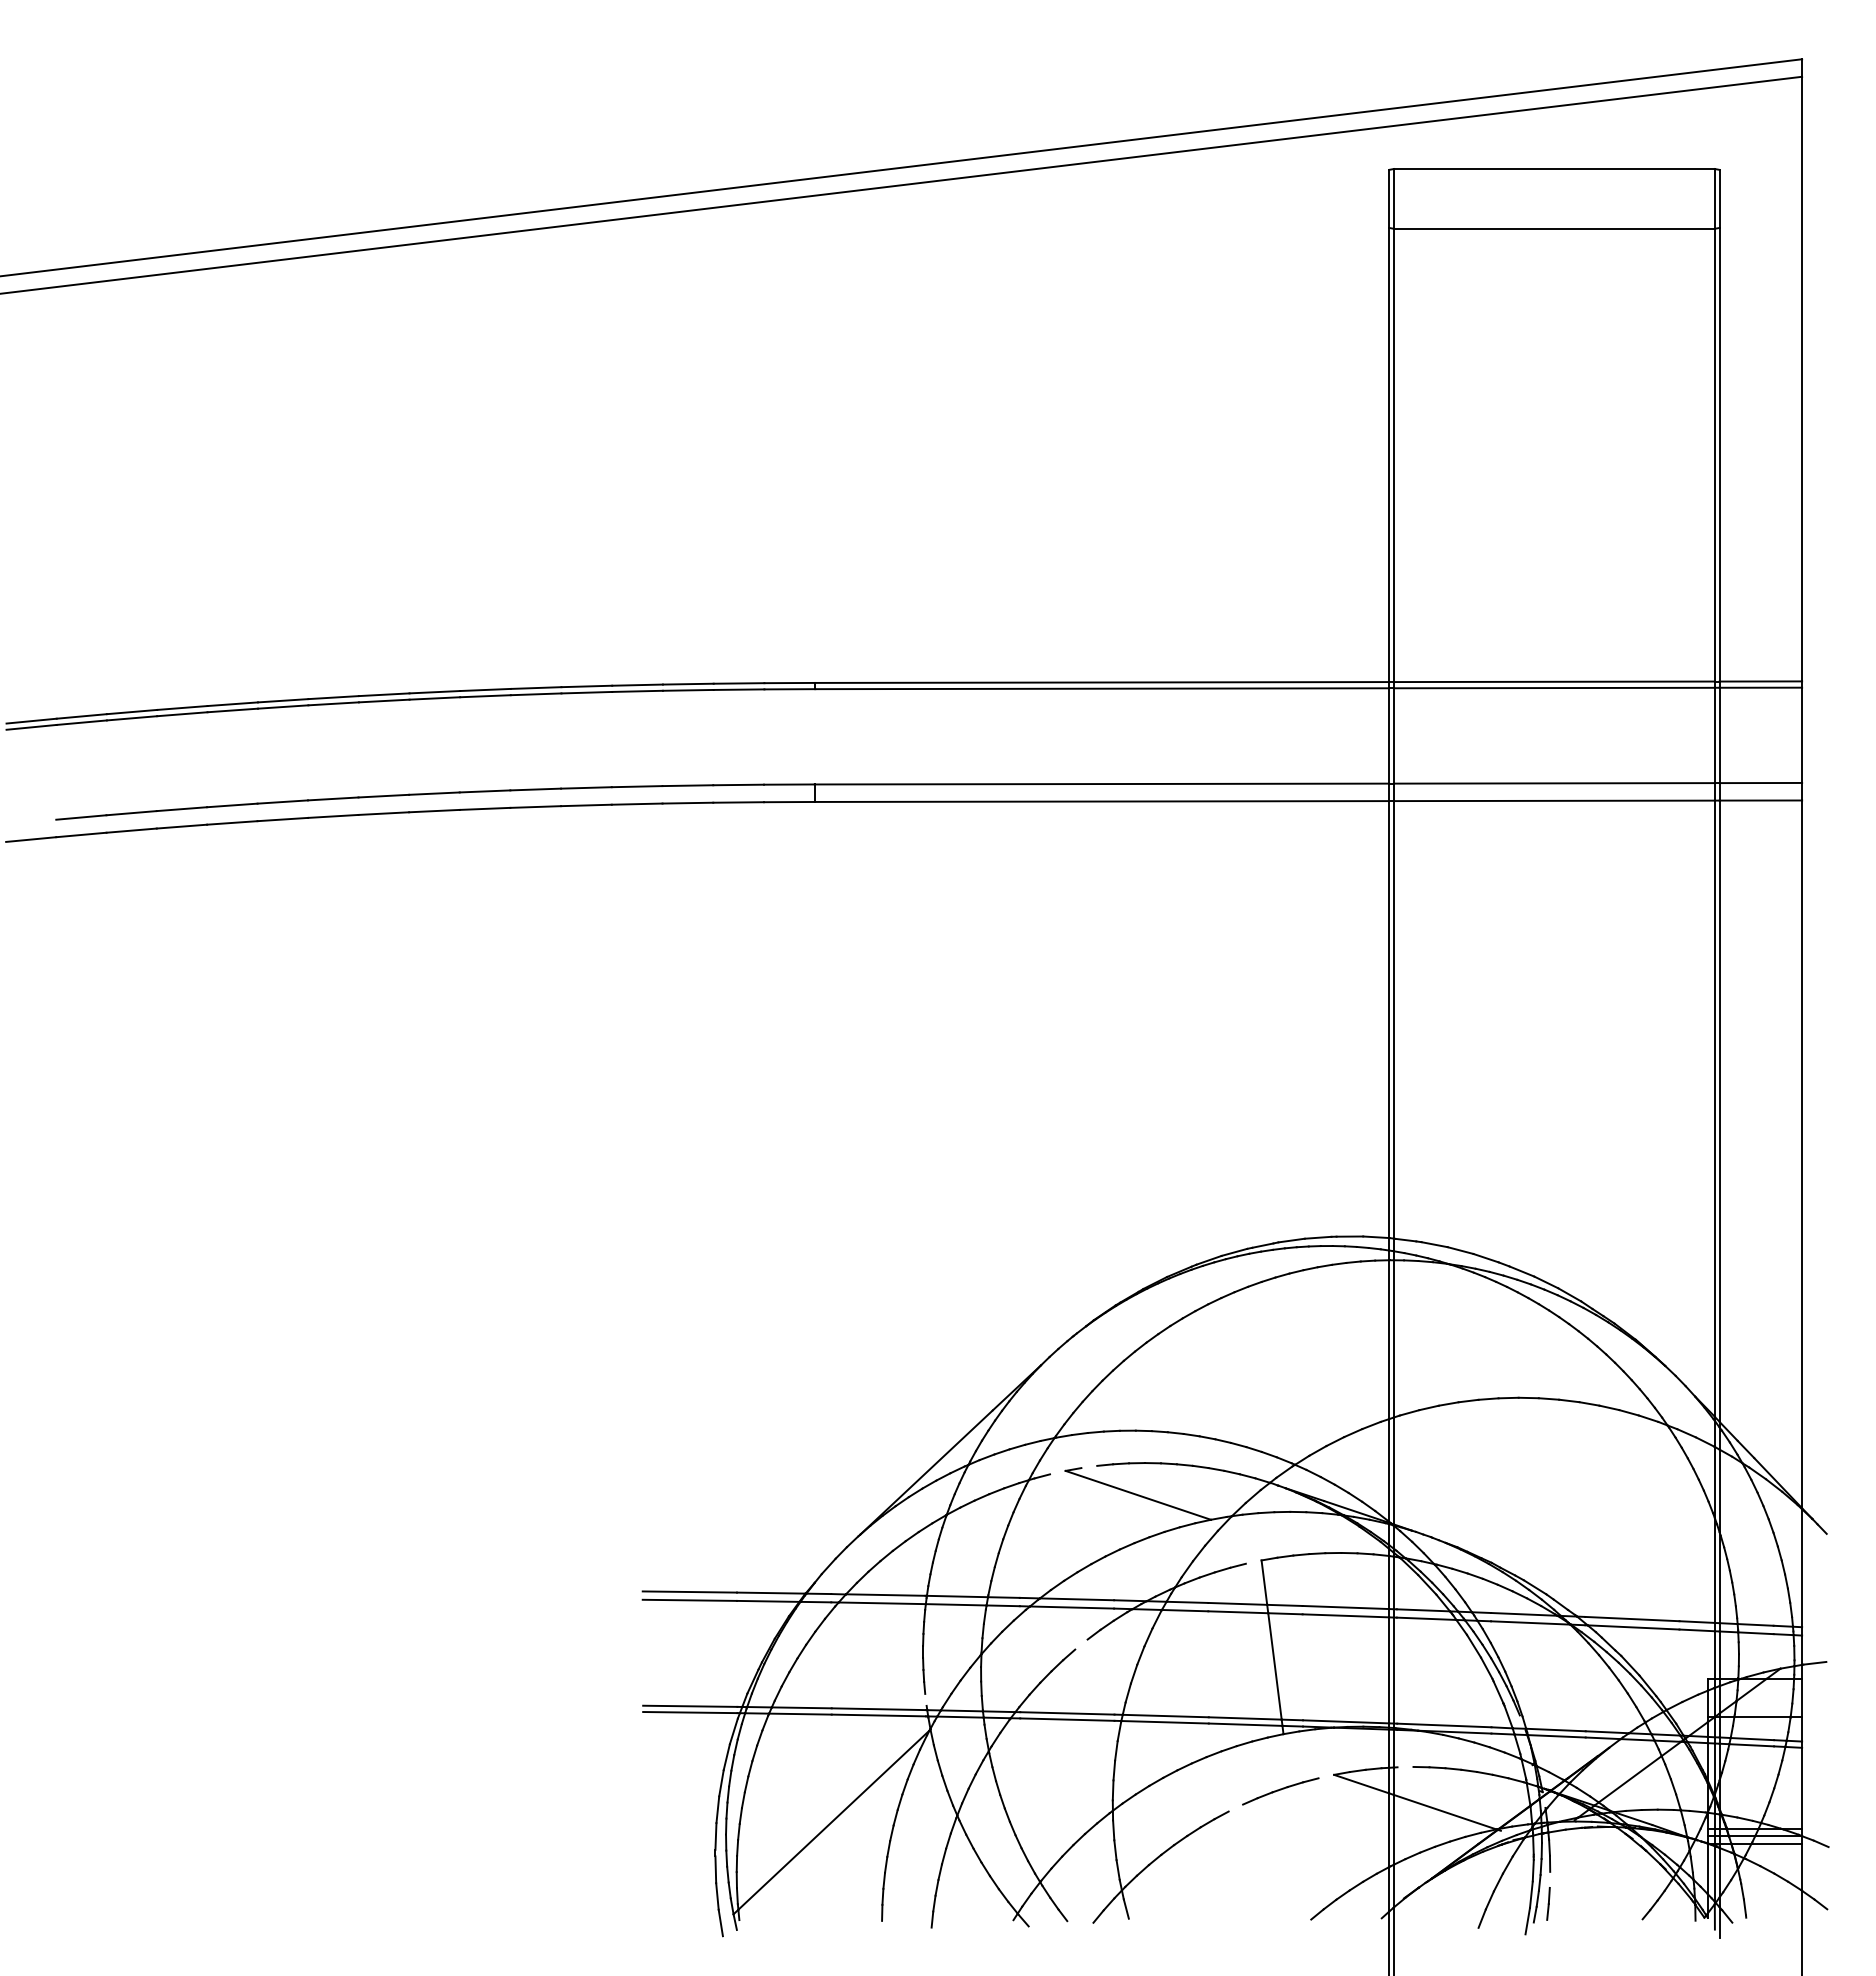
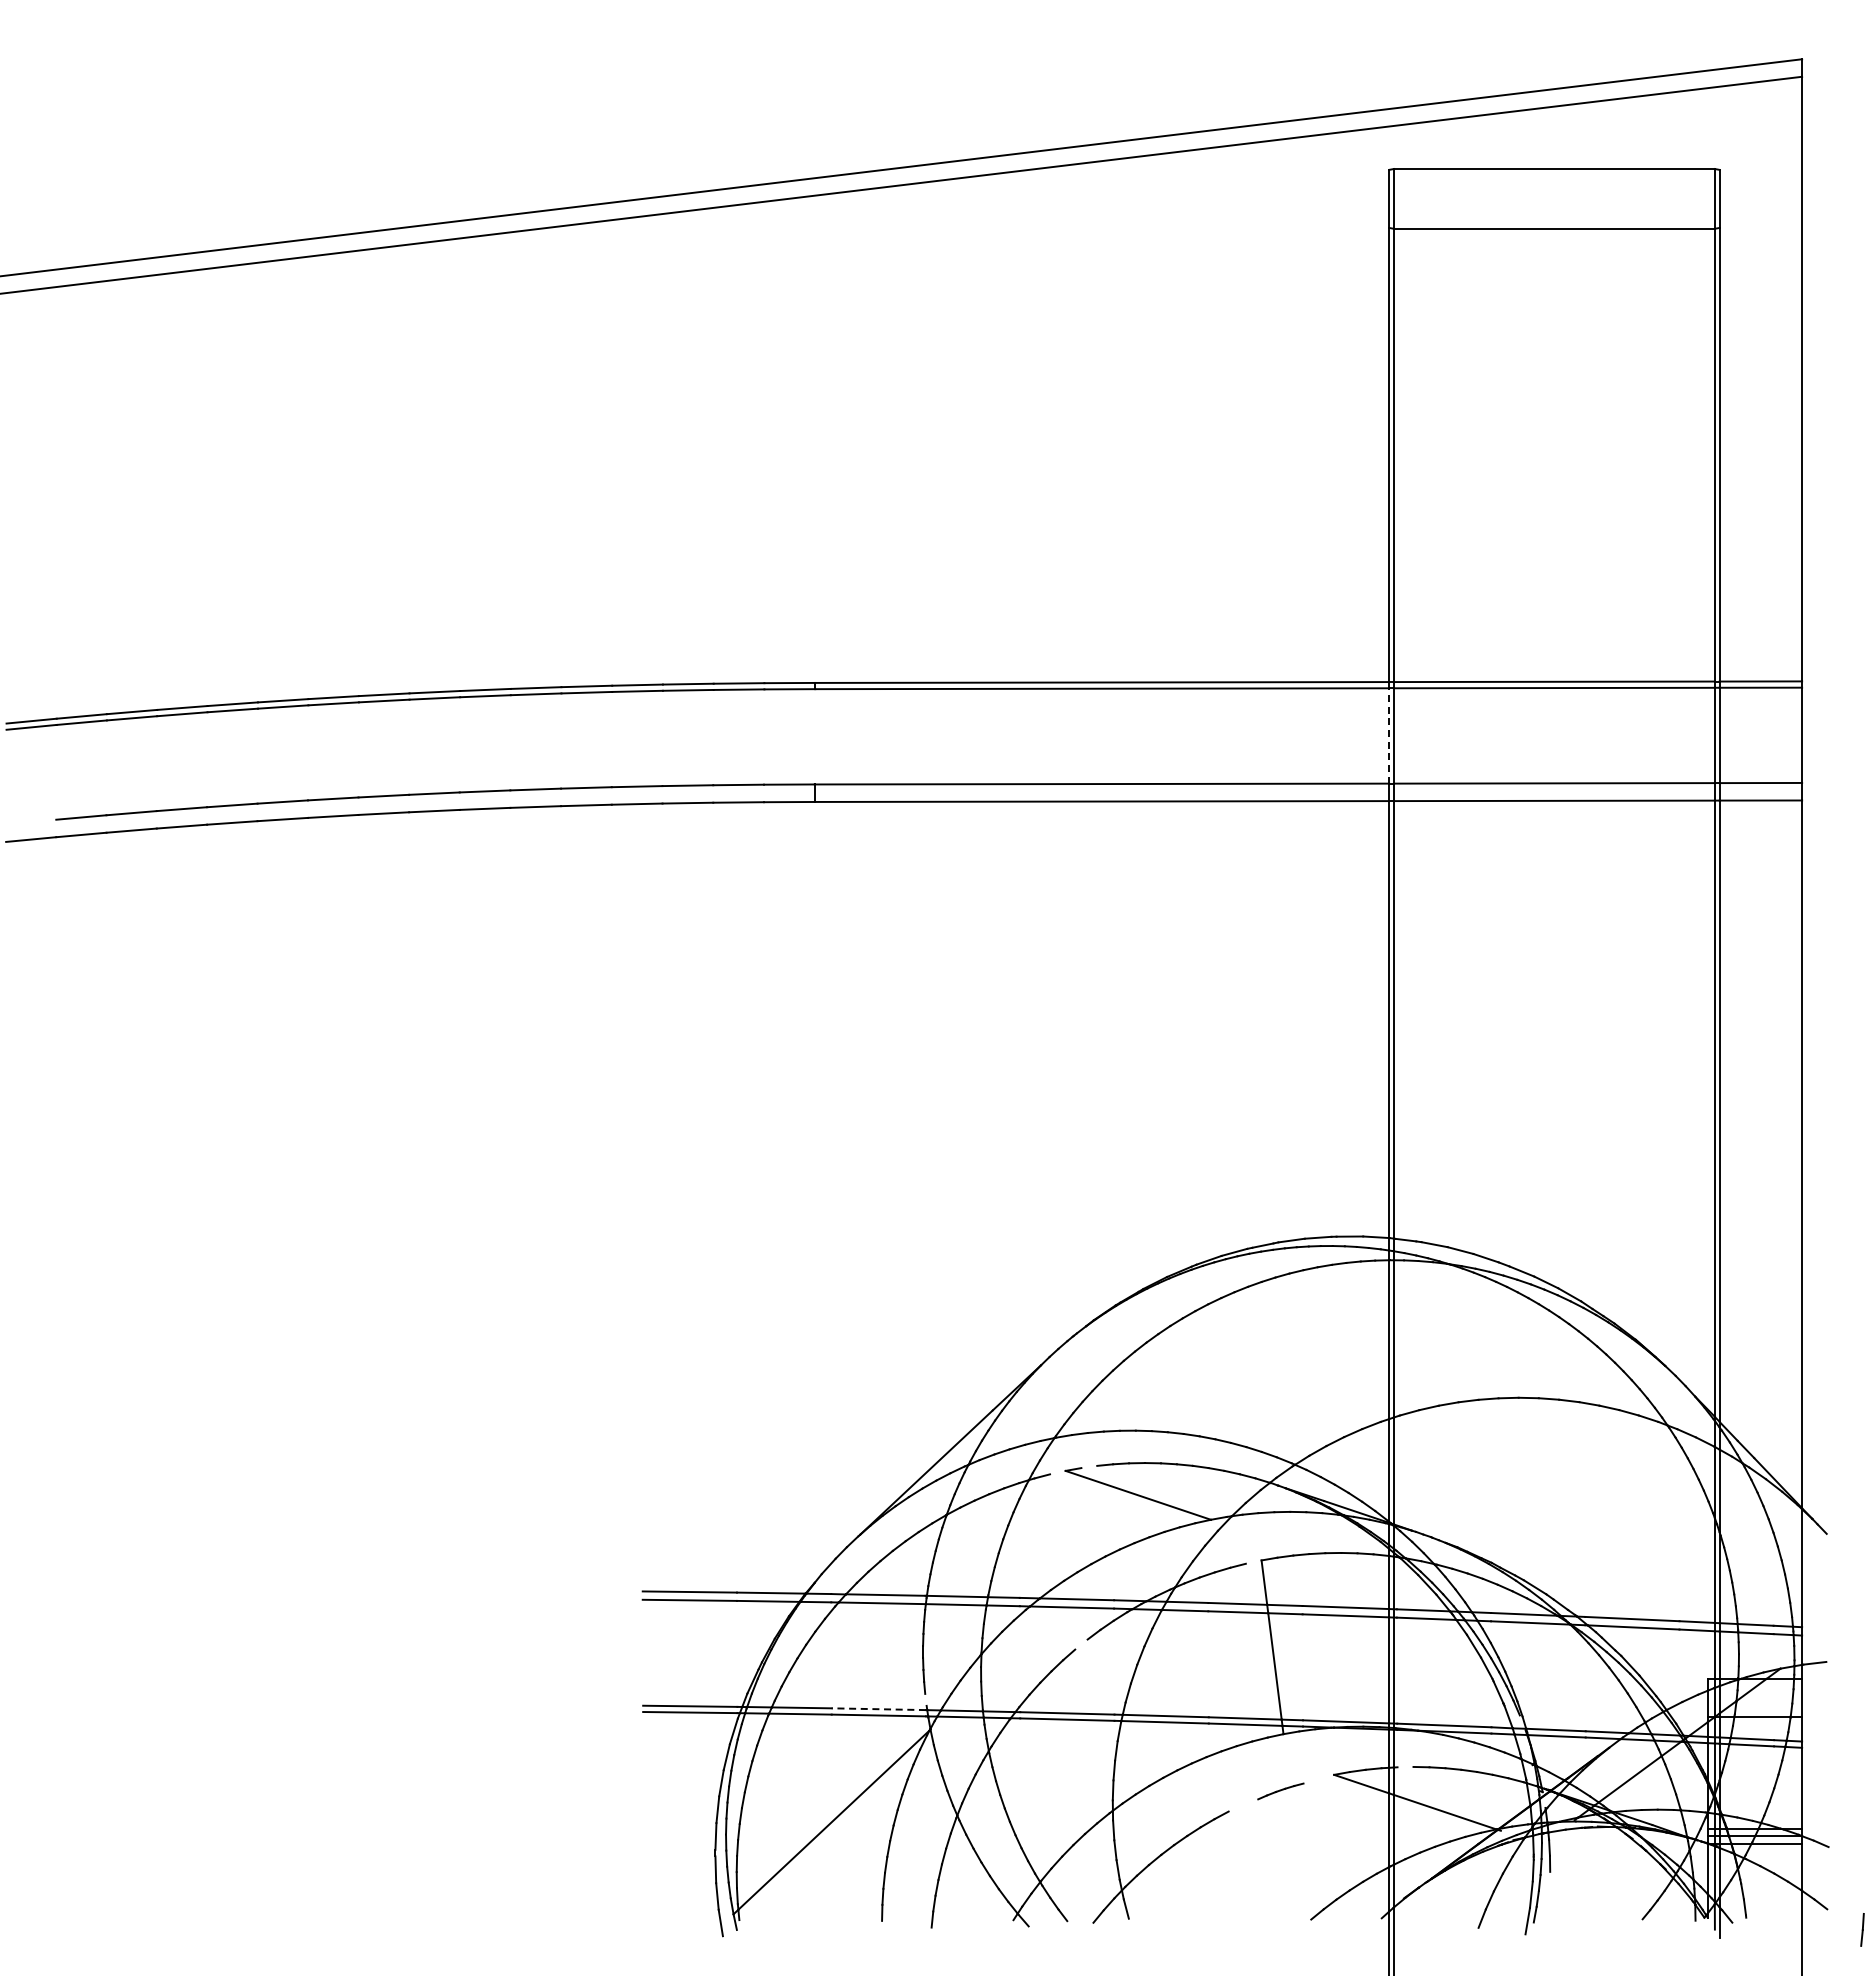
line at (1389, 735): solid -> dashed
line at (878, 1709): solid -> dashed
part at (1280, 1791) size: 78x29 px -> 48x19 px
line at (1548, 1903) position: (1548, 1903) -> (1862, 1929)
